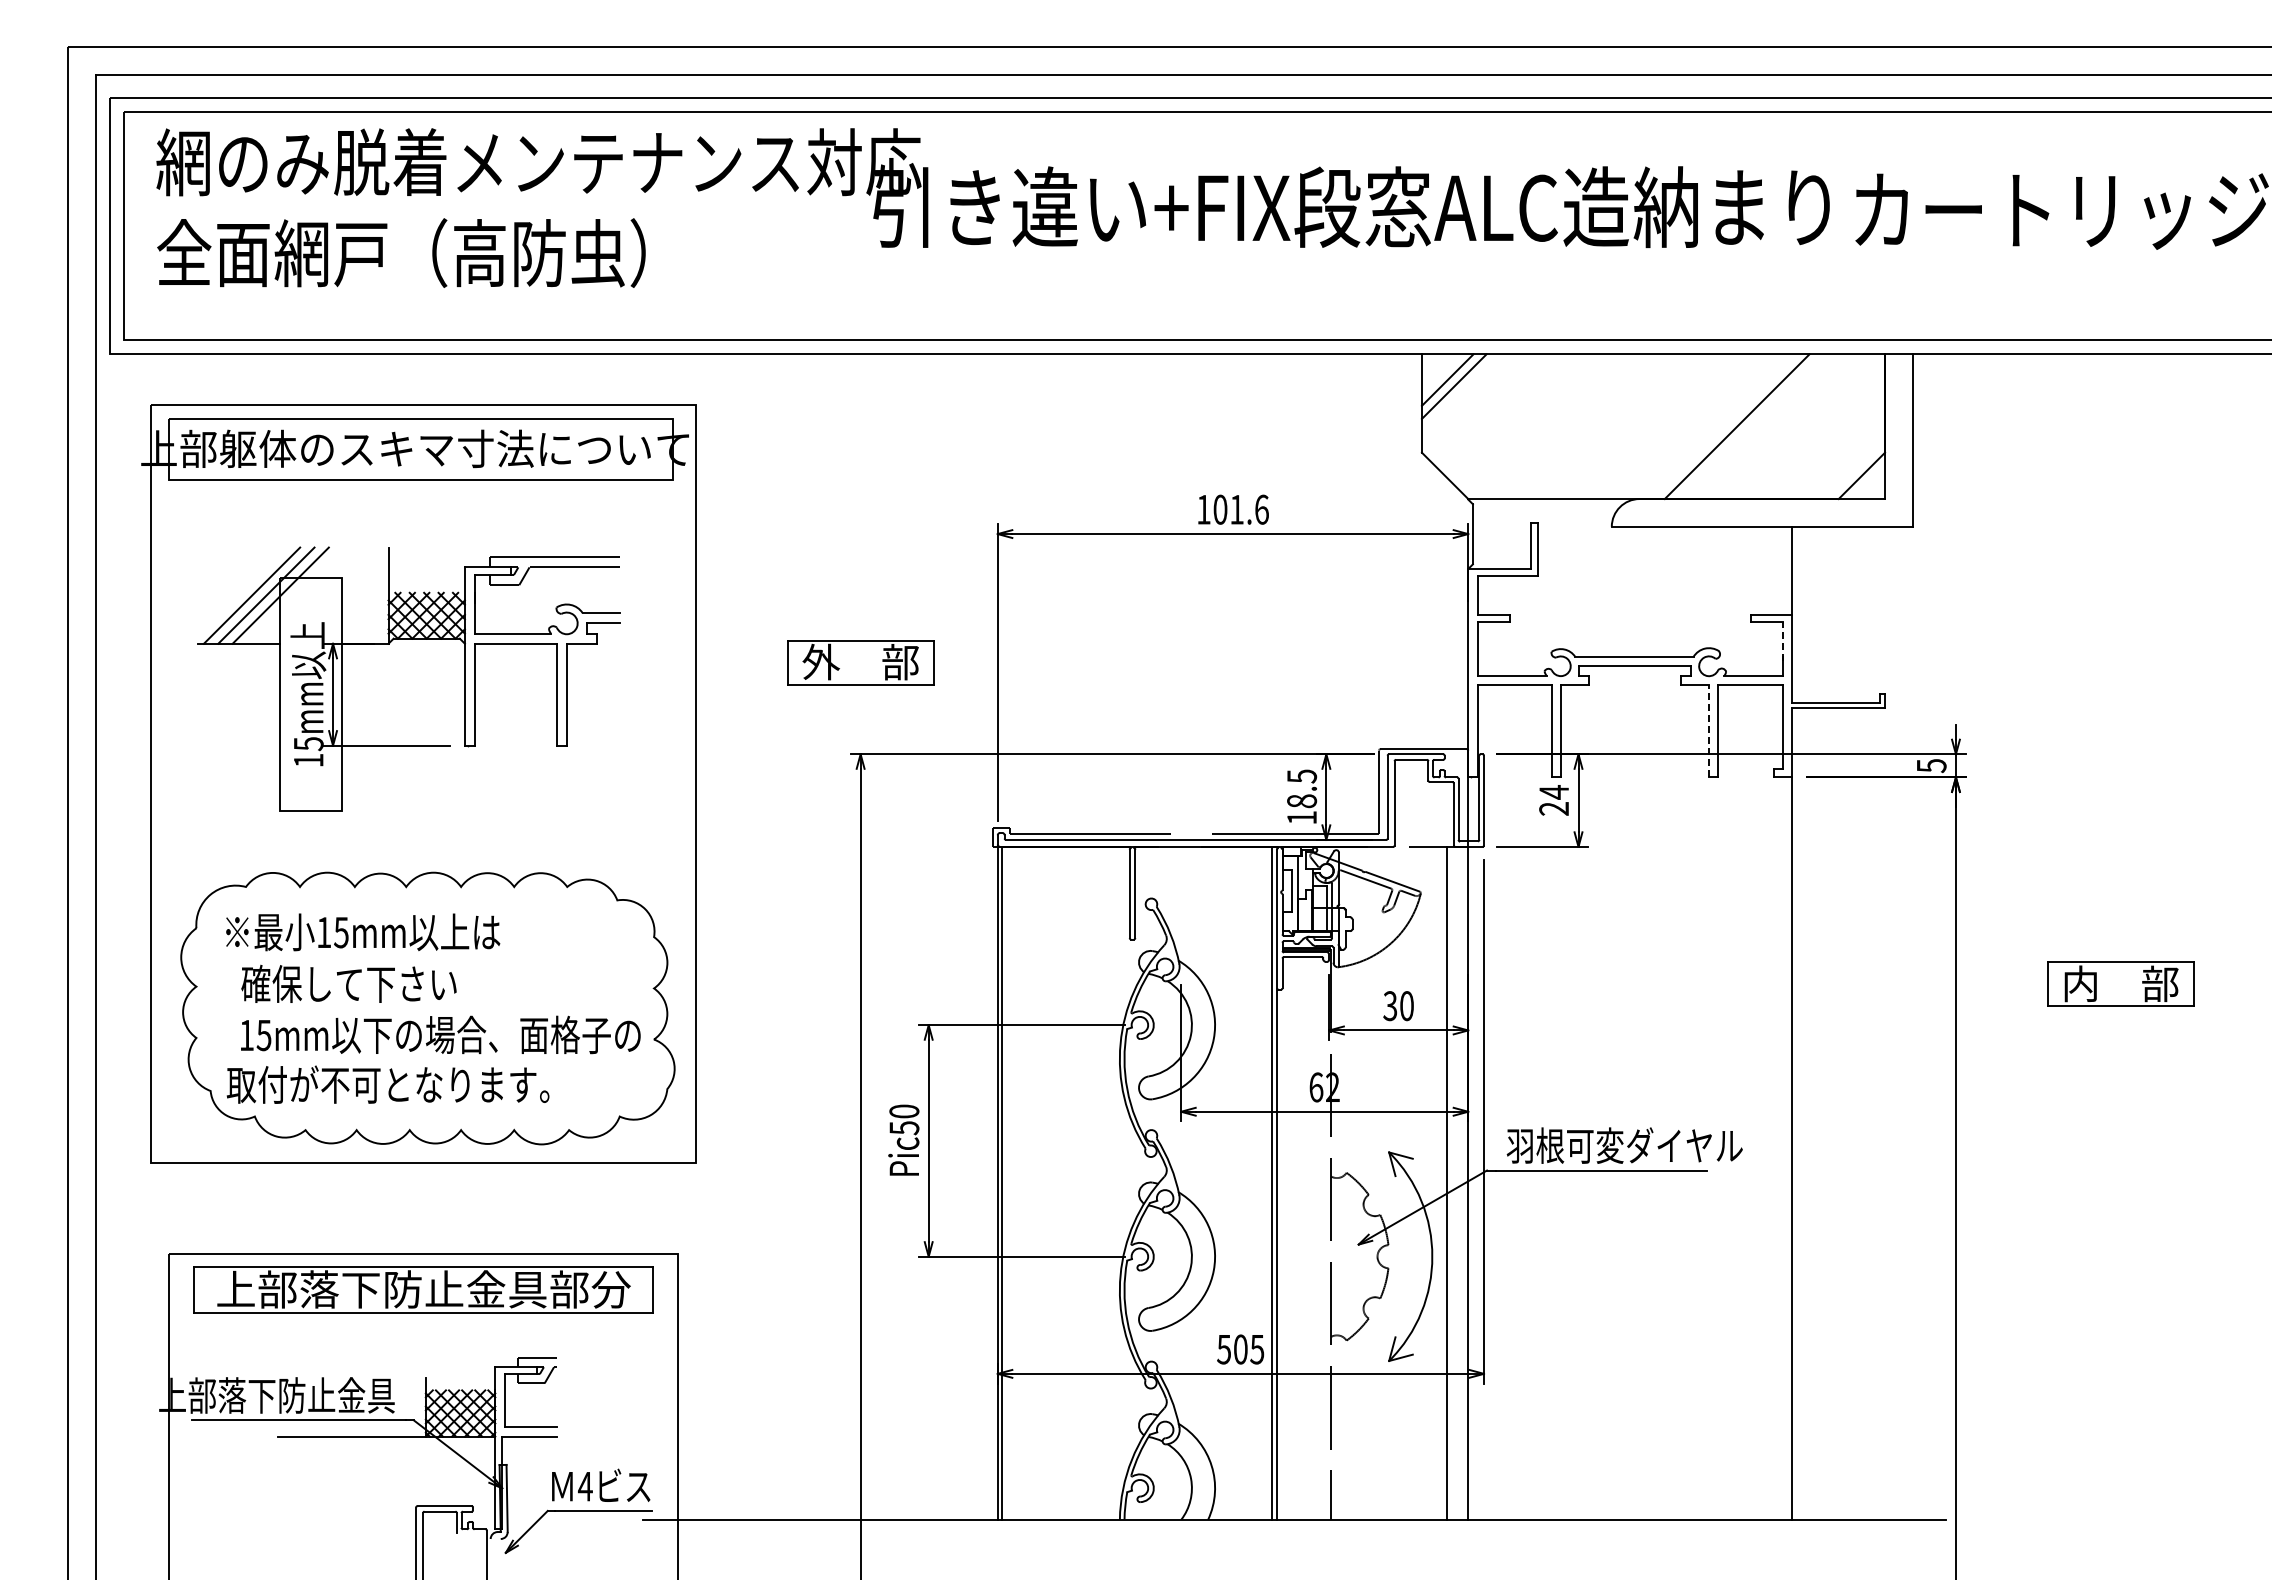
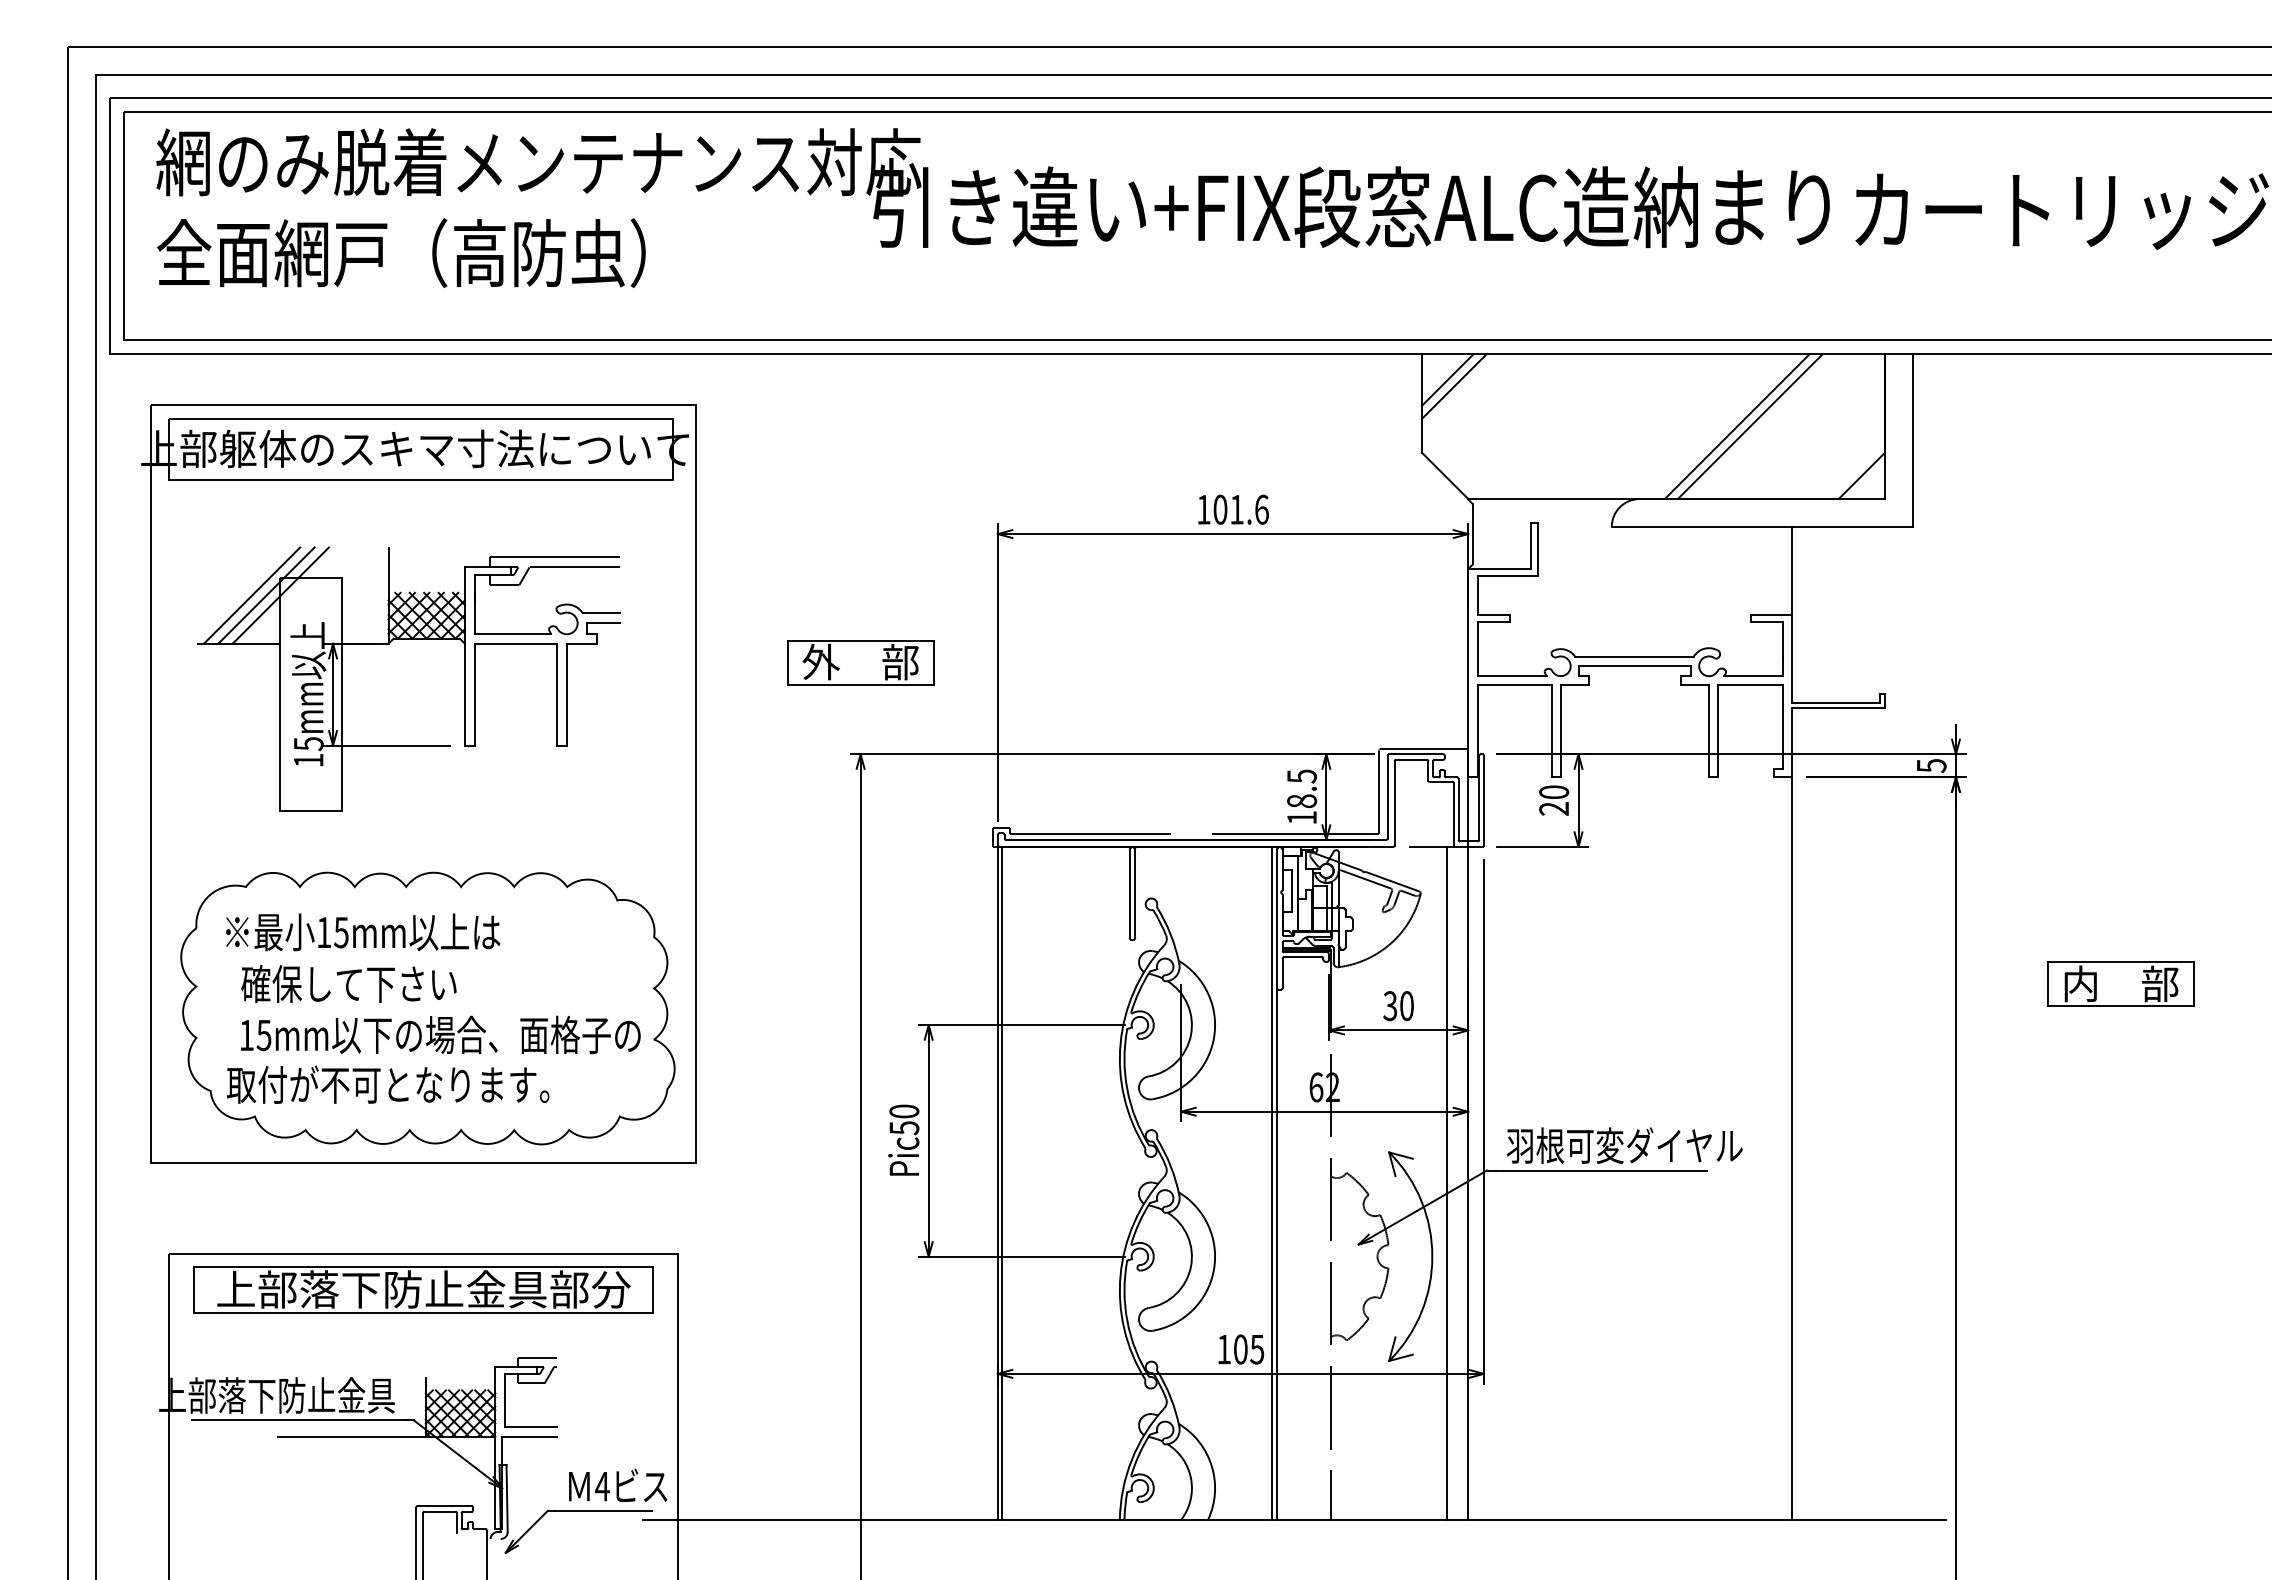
line at (1749, 426): none -> present
line at (1783, 641): dashed -> solid
line at (1709, 730): dashed -> solid
text at (1554, 792): 24 -> 20
text at (1223, 1349): 505 -> 105
text at (601, 1484) position: (601, 1484) -> (618, 1484)
